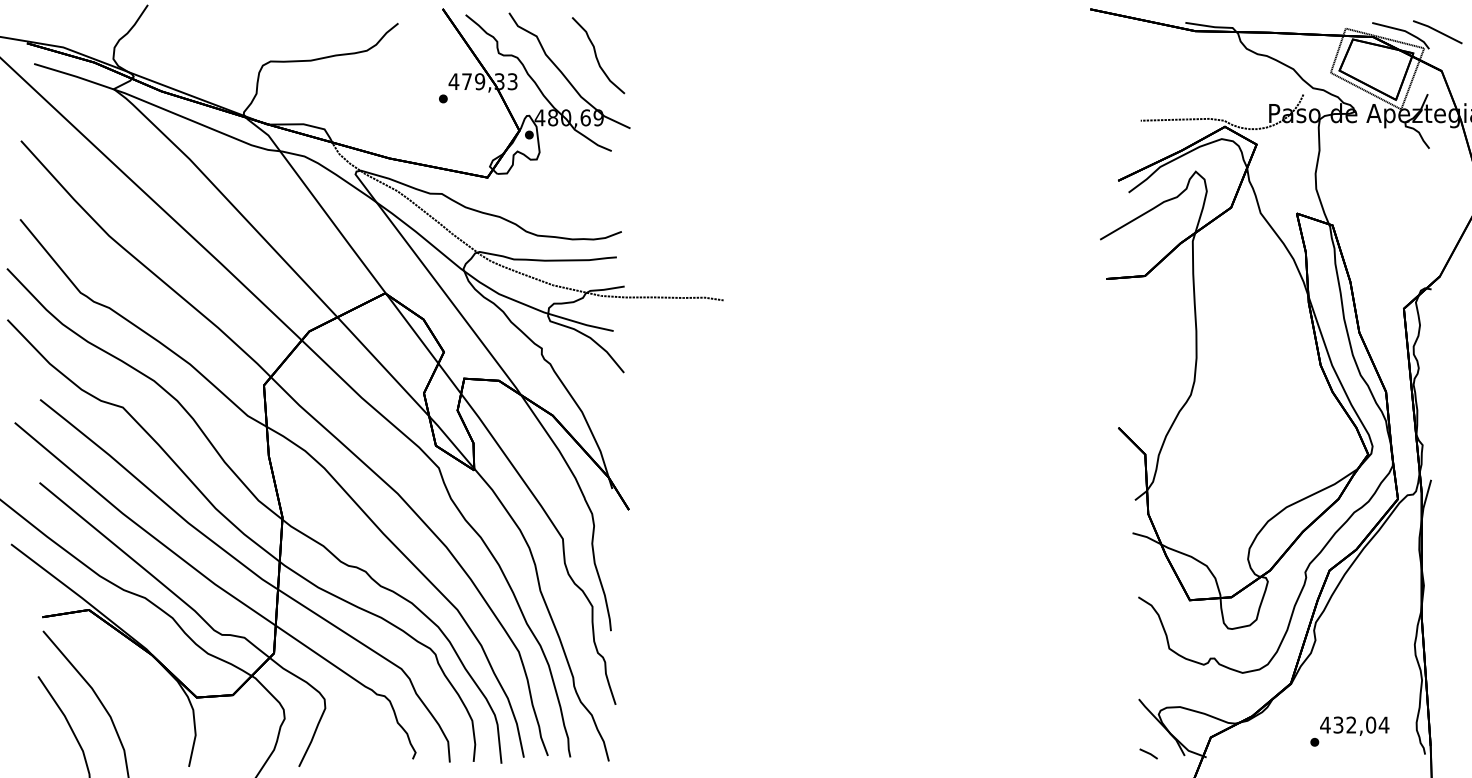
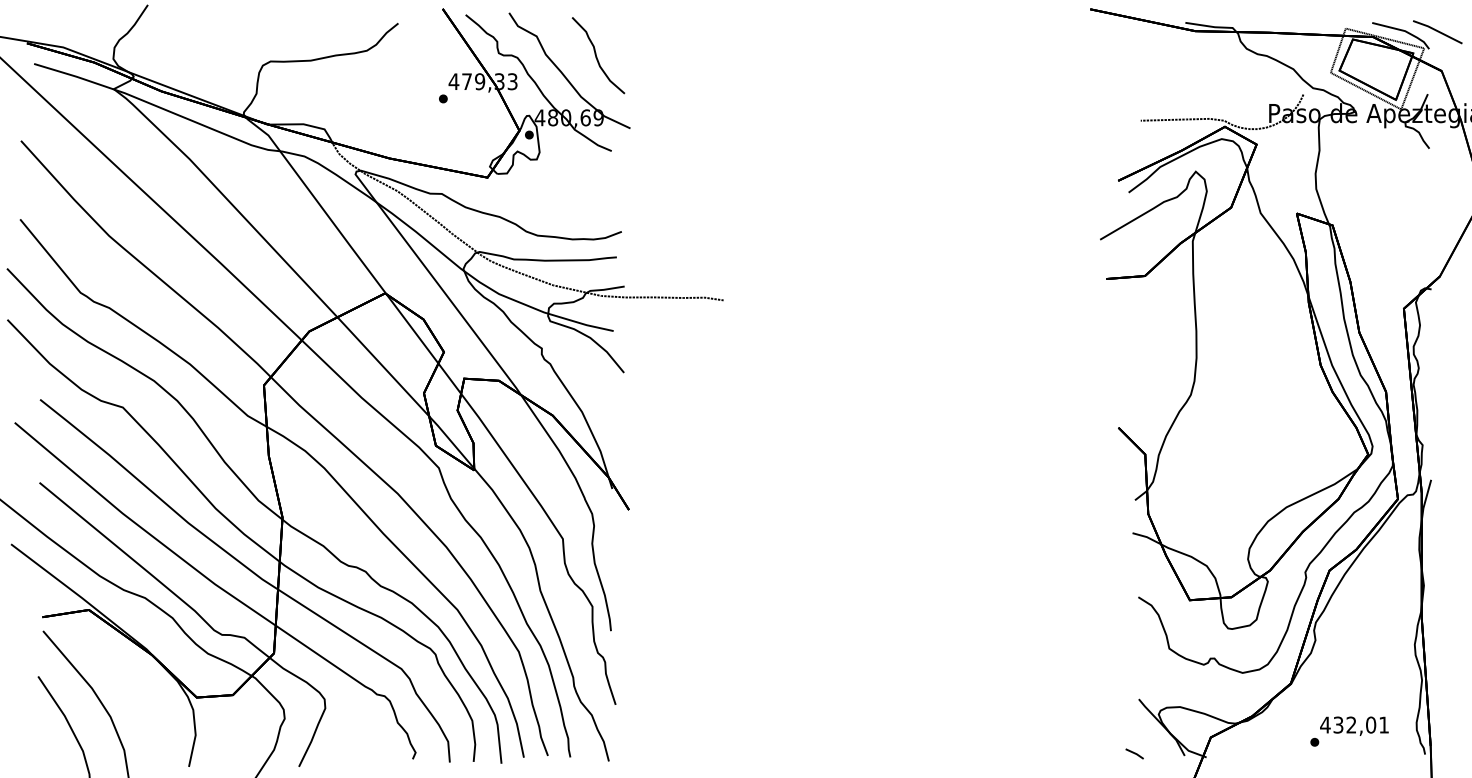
text at (1383, 724): 432,04 -> 432,01
line at (1148, 753) position: (1148, 753) -> (1134, 753)
